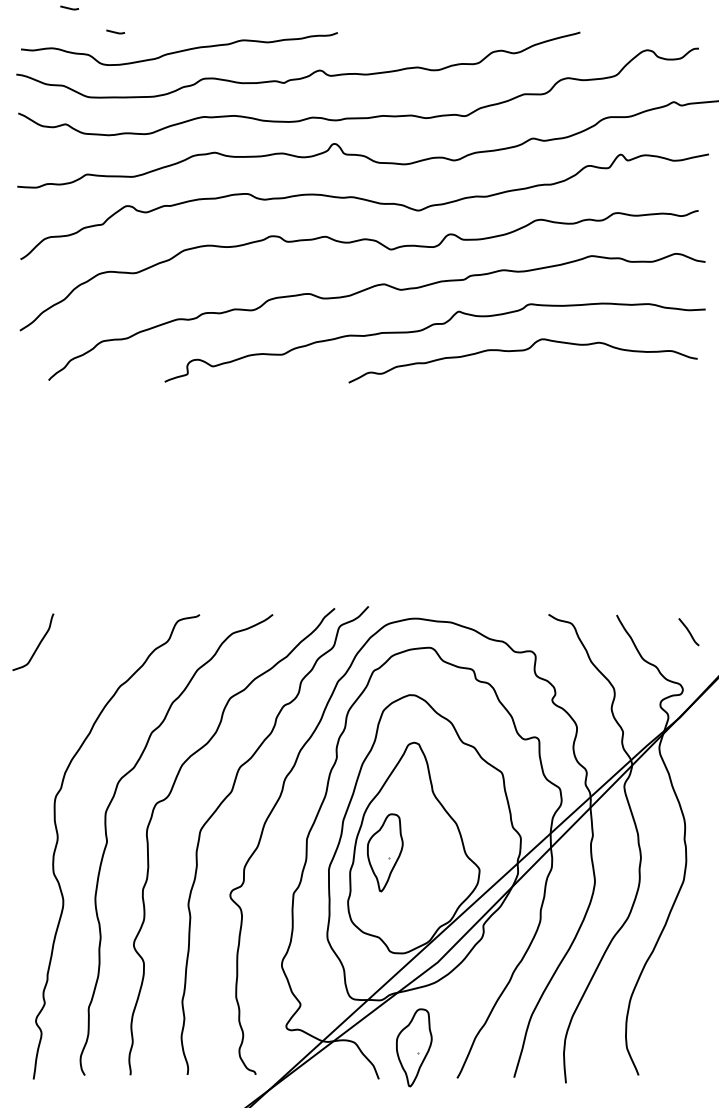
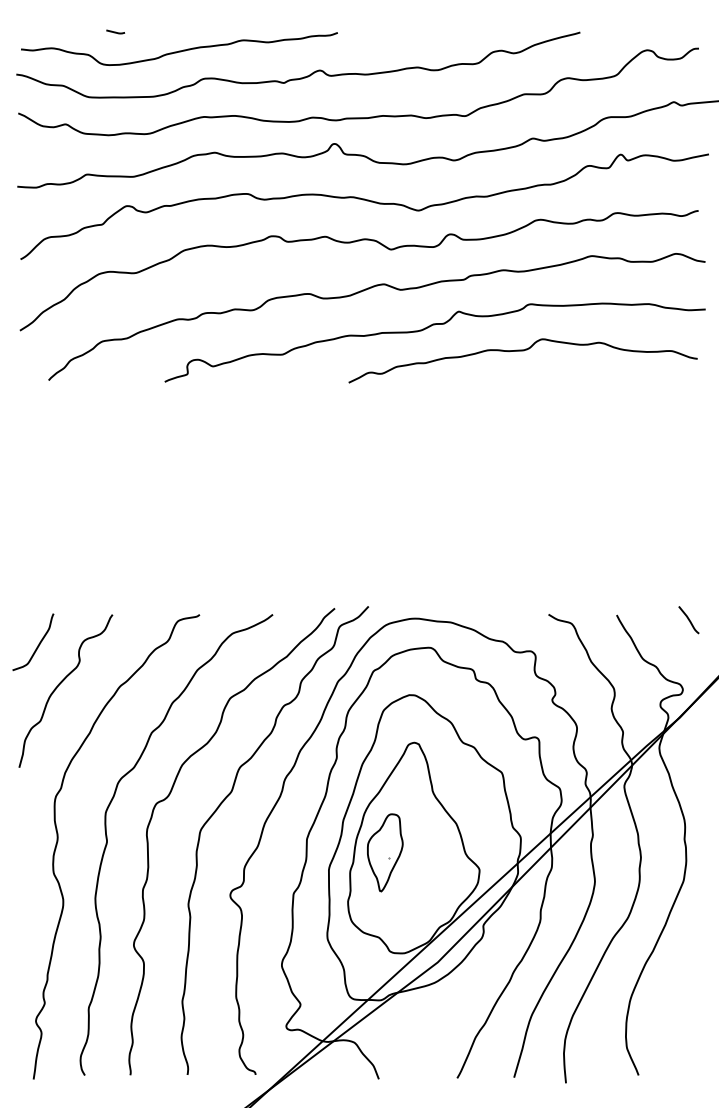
line at (69, 7): present -> none
curve at (688, 632) position: (688, 632) -> (688, 620)
curve at (60, 684): none -> present
part at (414, 1047): present -> none
